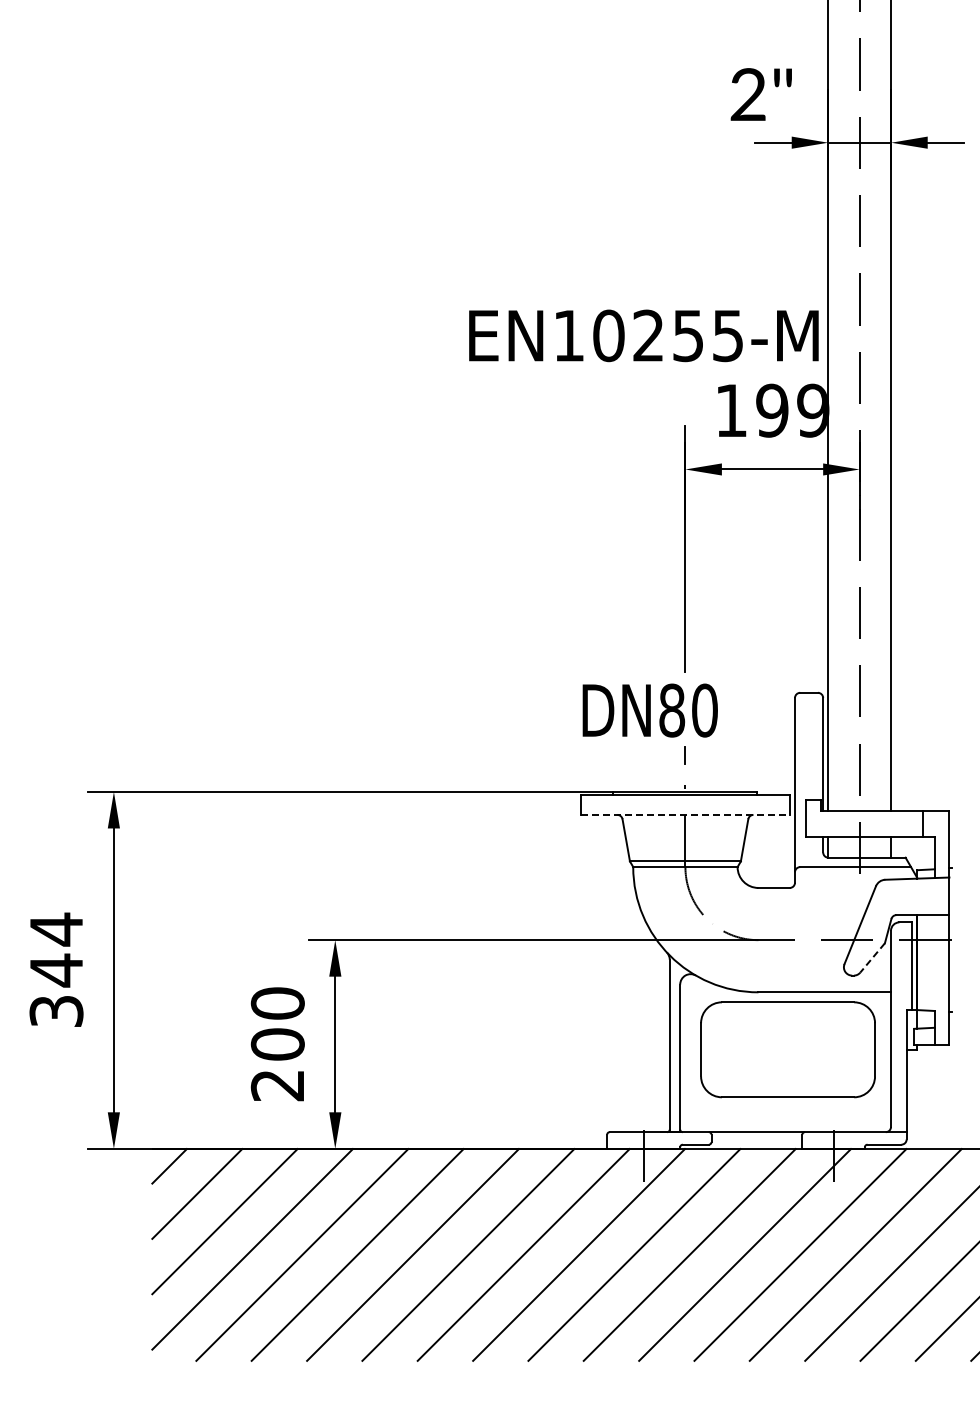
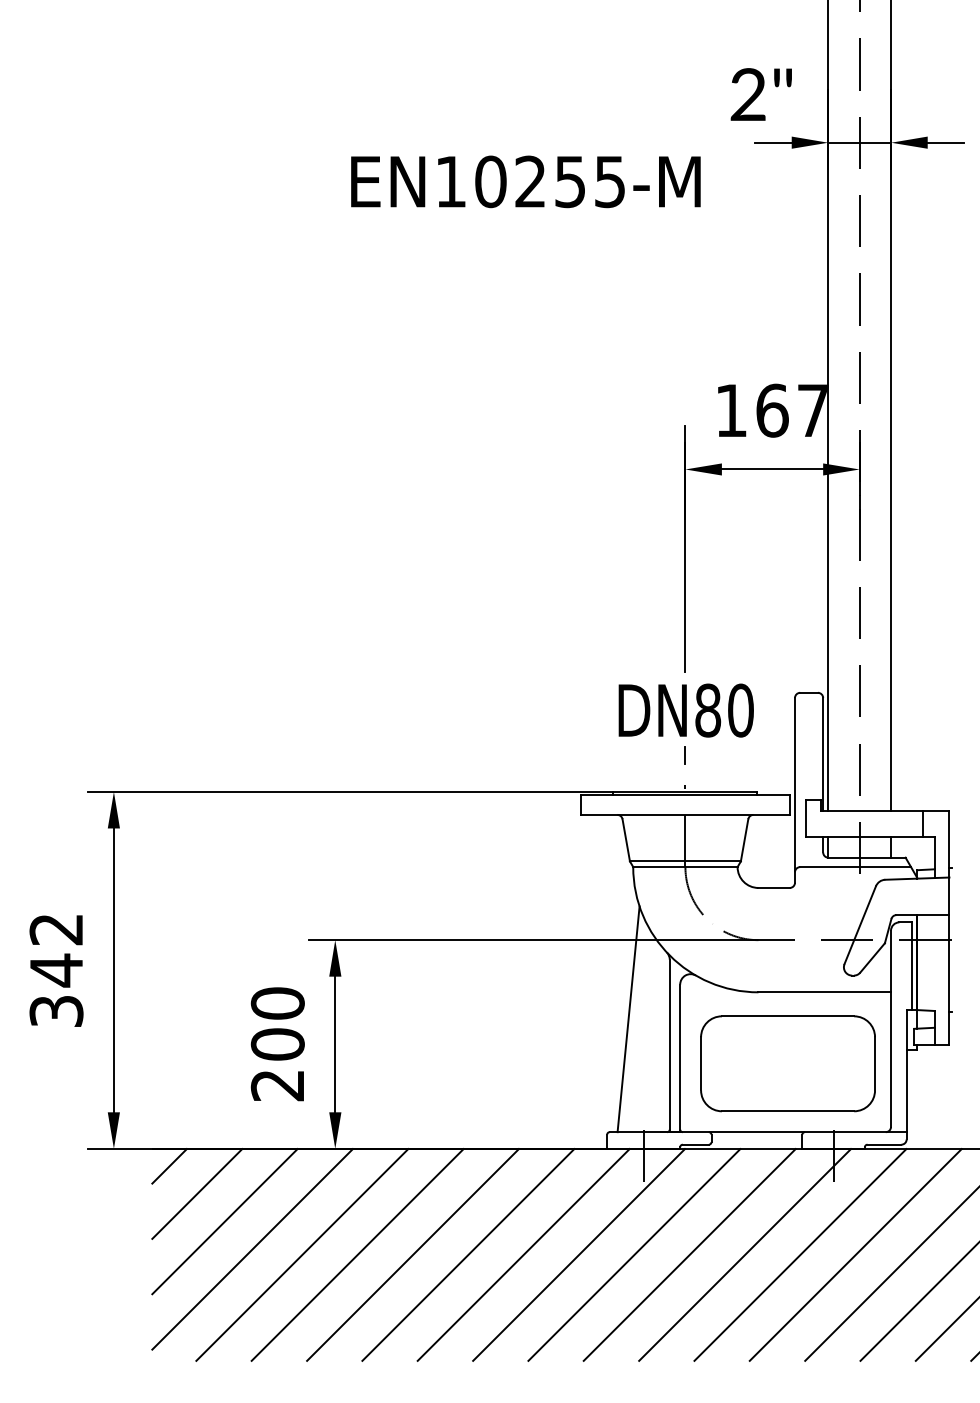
text at (643, 335) position: (643, 335) -> (525, 181)
text at (792, 410): 199 -> 167
text at (649, 710) position: (649, 710) -> (685, 710)
line at (685, 814): dashed -> solid
text at (55, 929): 344 -> 342
line at (872, 958): dashed -> solid
line at (628, 1019): none -> present
part at (787, 1049) position: (787, 1049) -> (787, 1063)
